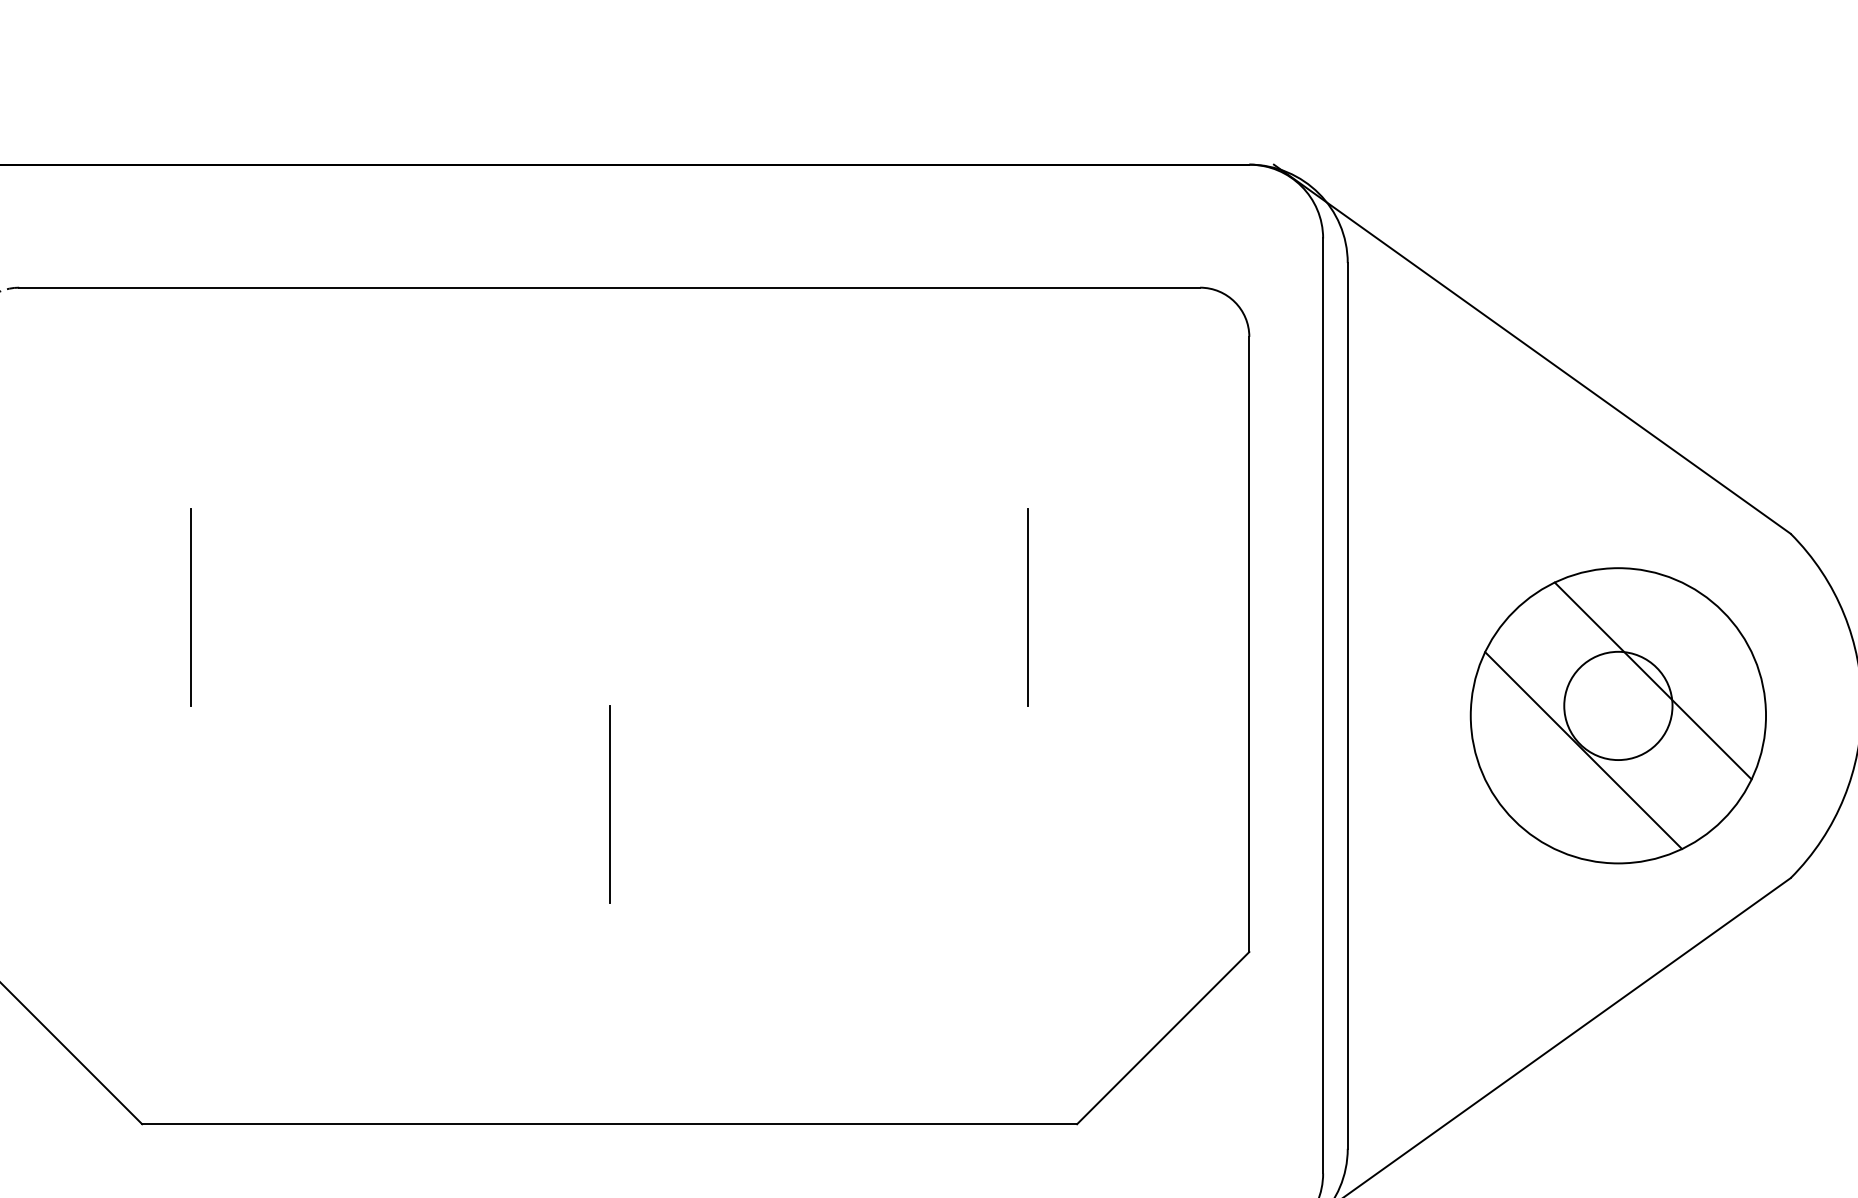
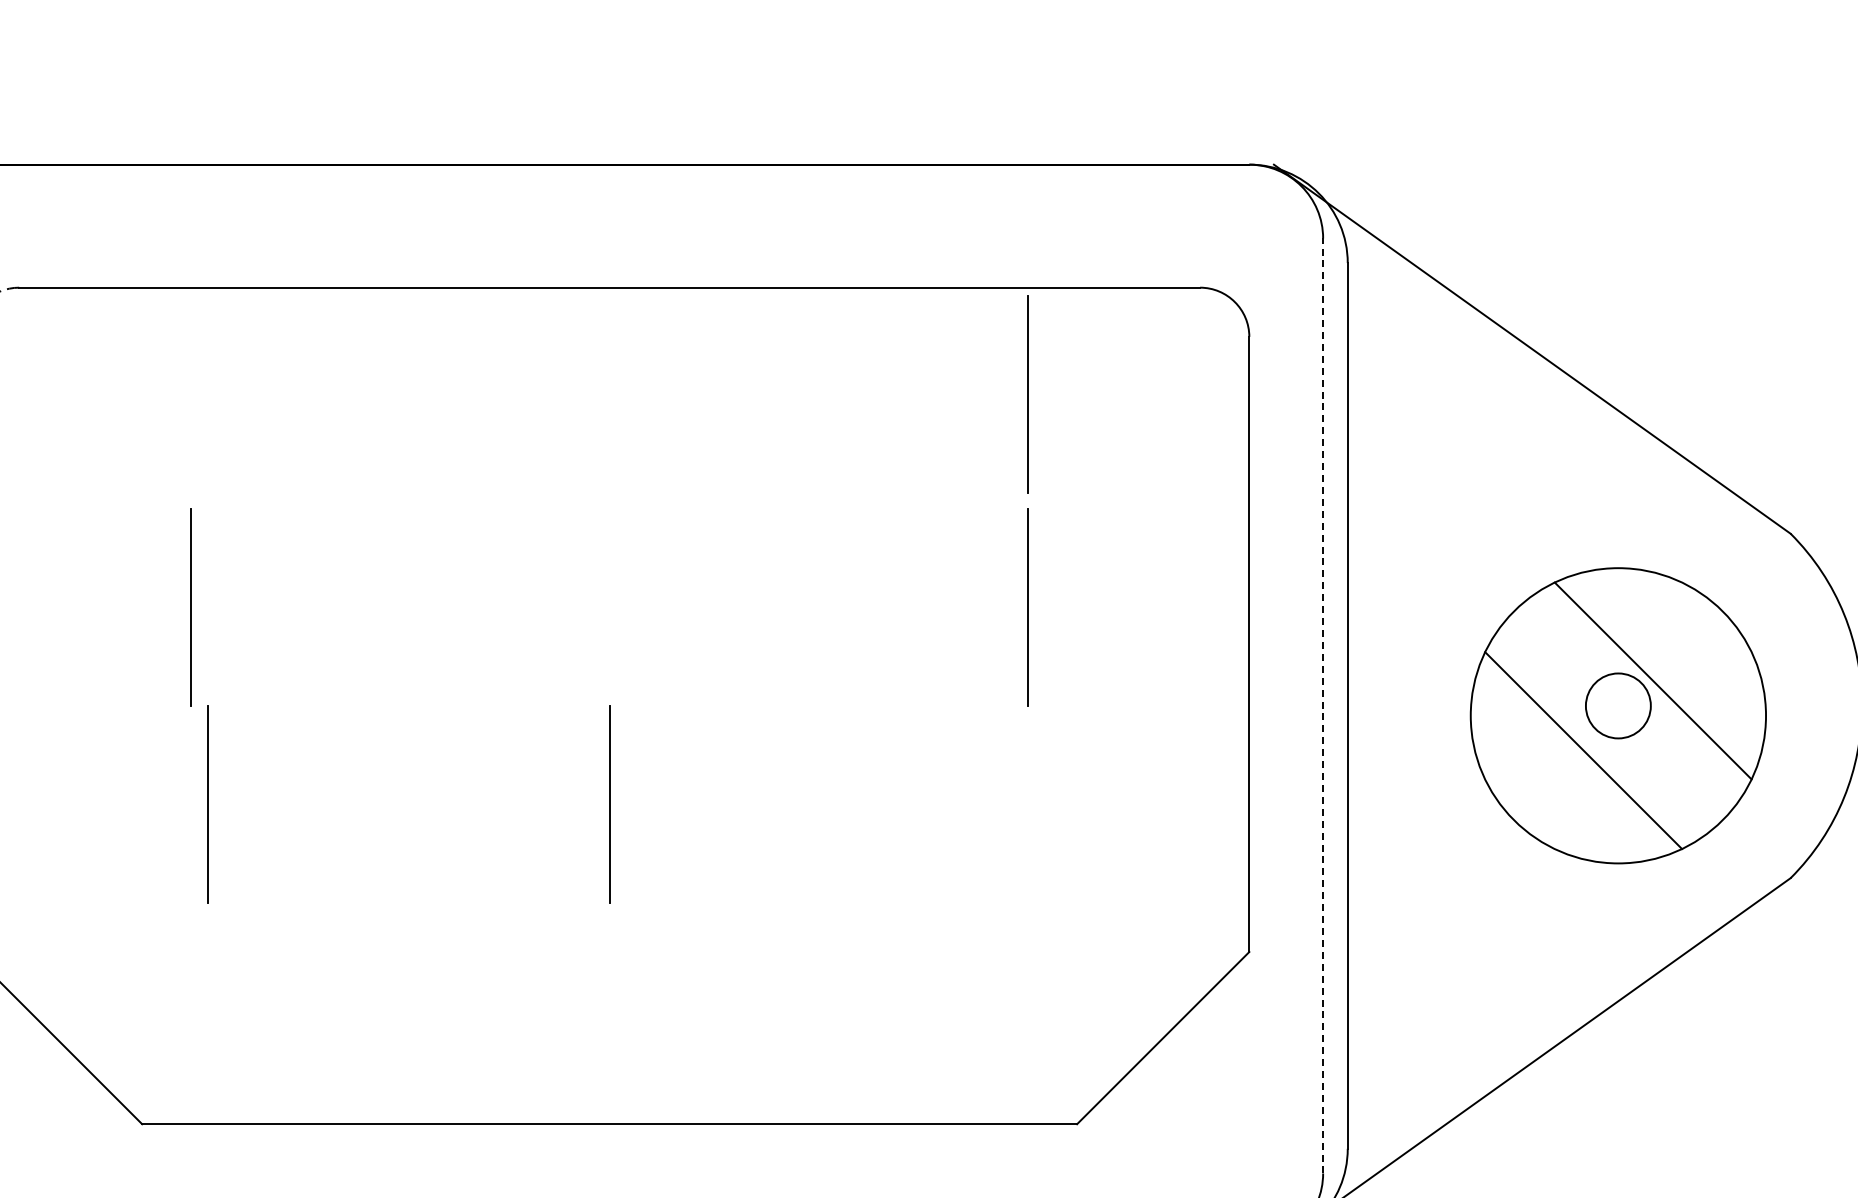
line at (1027, 394): none -> present
line at (1323, 705): solid -> dashed
circle at (1618, 705) diameter: 108 px -> 65 px
line at (207, 804): none -> present
